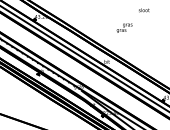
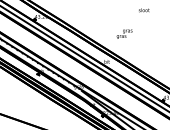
text at (124, 27) position: (124, 27) -> (124, 33)
